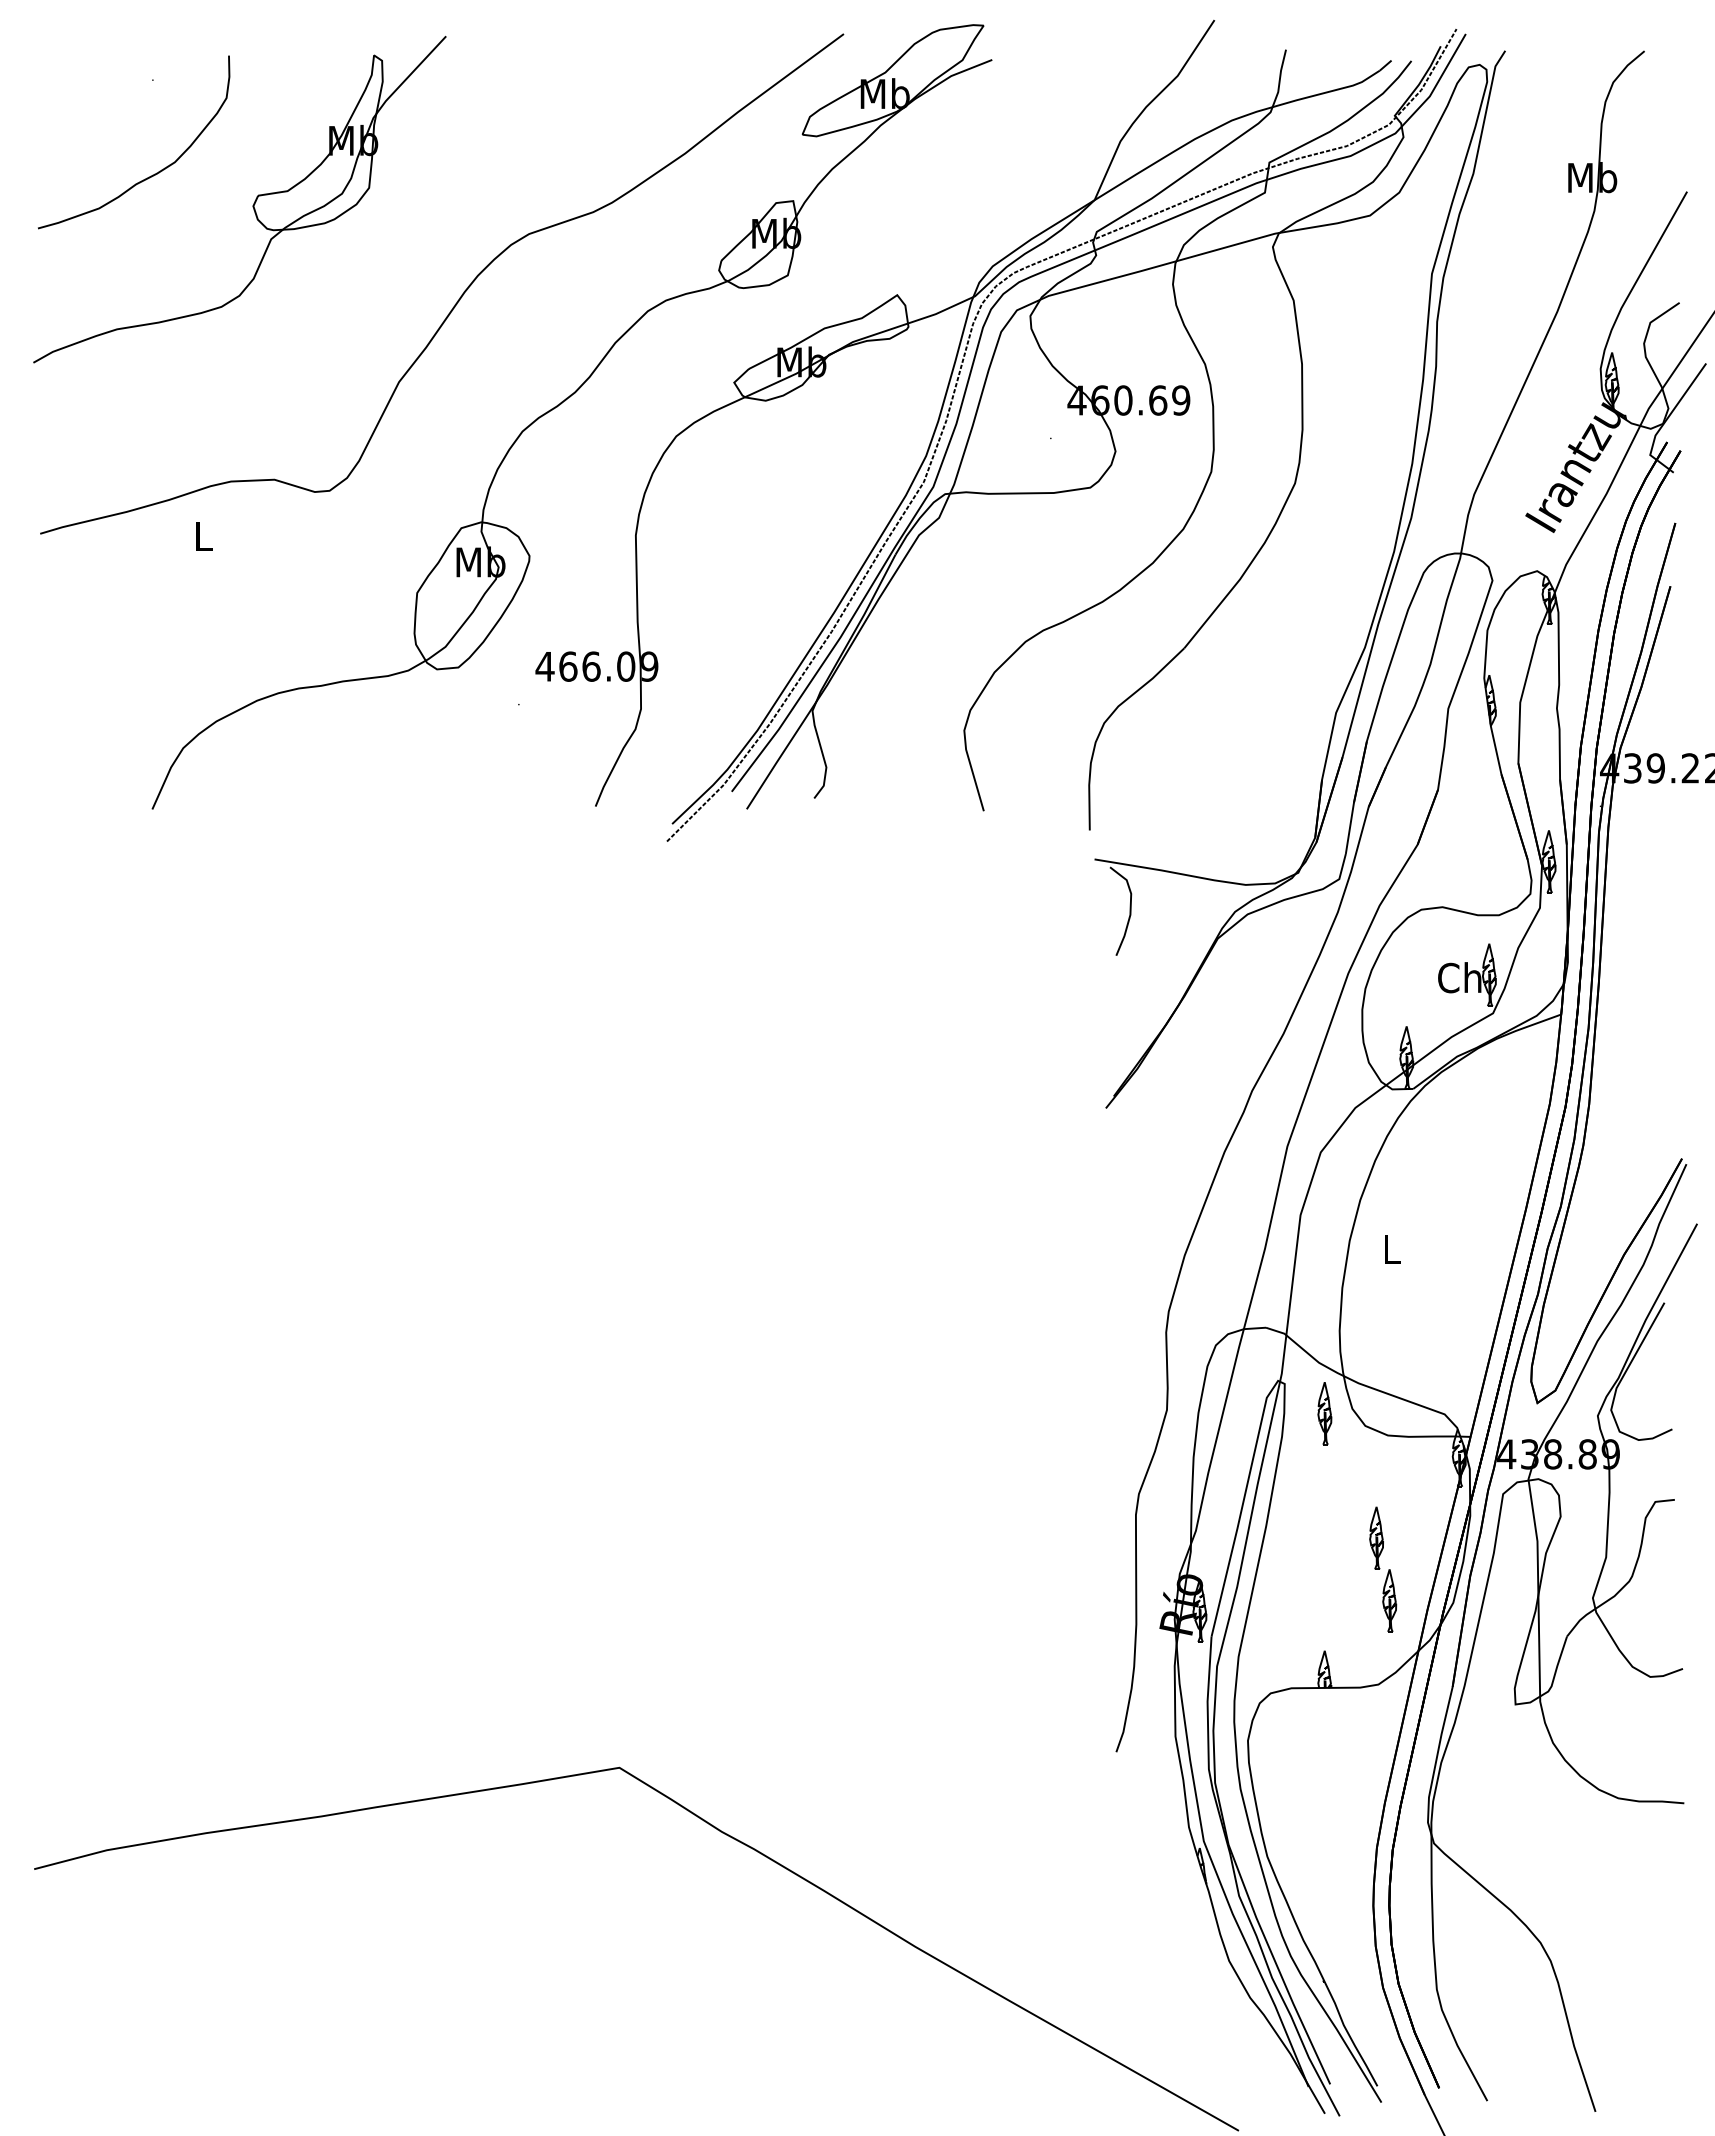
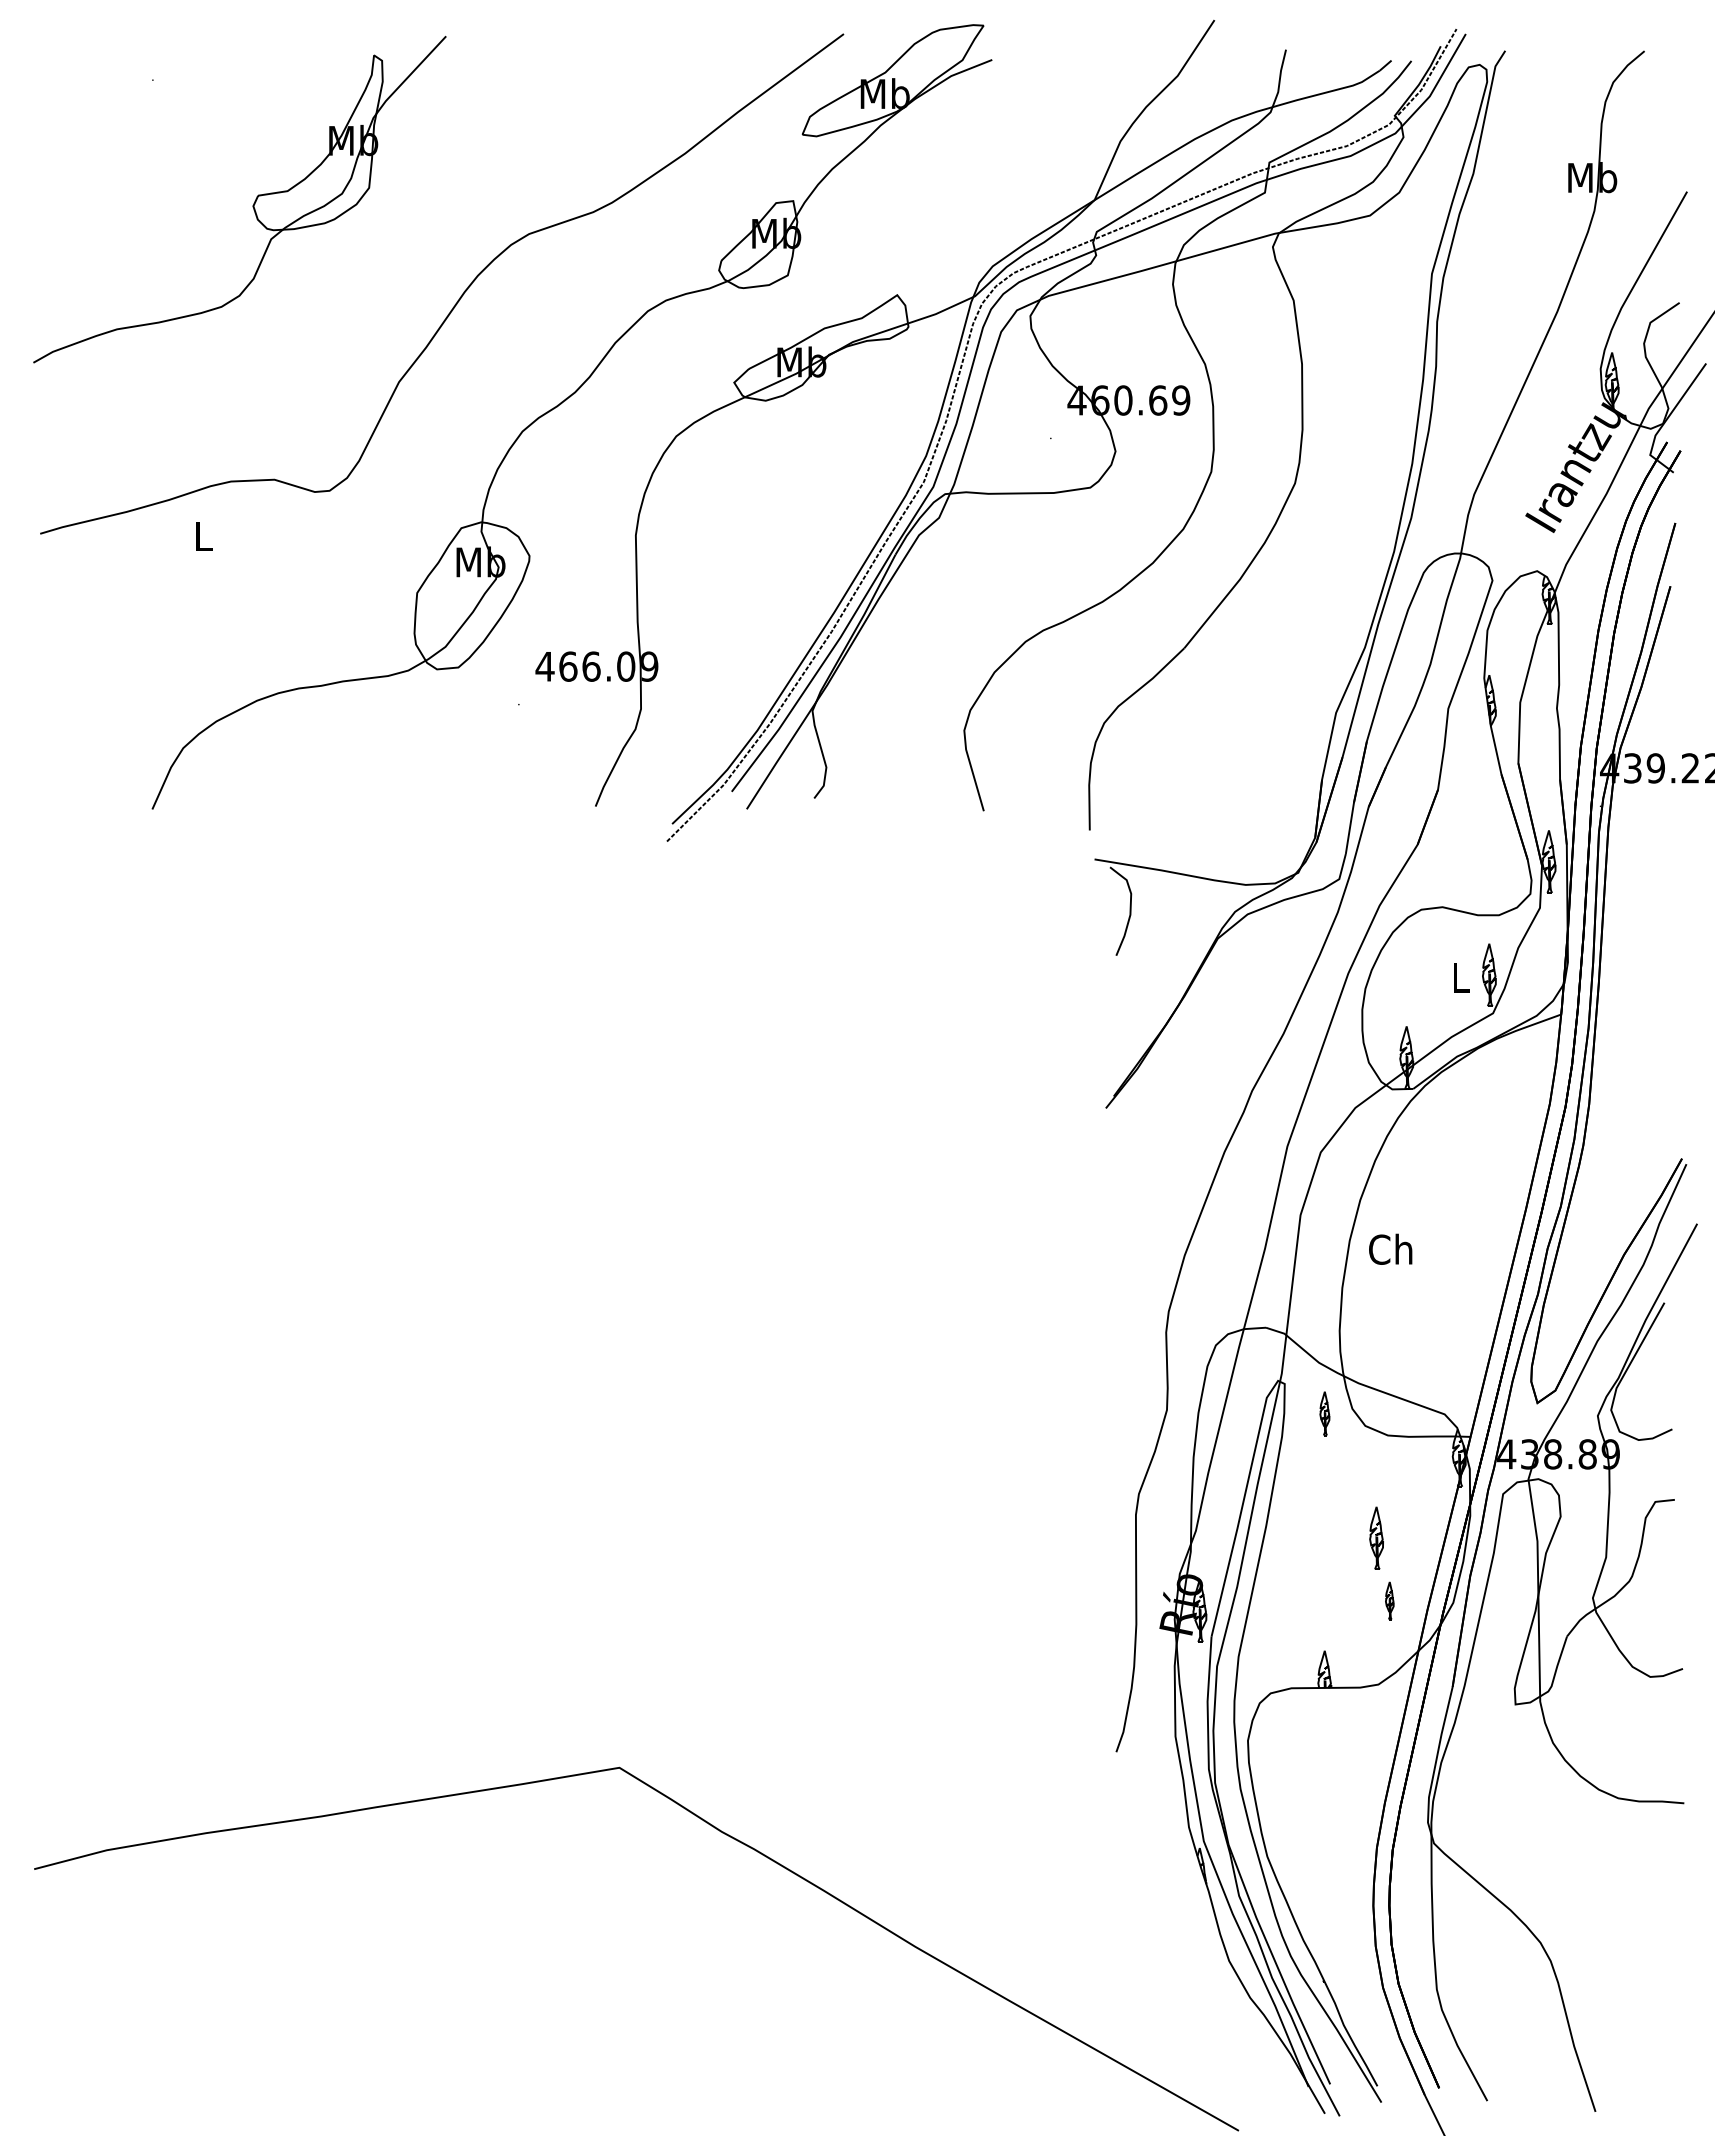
curve at (152, 174): present -> none
text at (1459, 977): Ch -> L
text at (1390, 1248): L -> Ch
part at (1324, 1413) size: 16x64 px -> 12x46 px
part at (1389, 1600) size: 16x64 px -> 10x40 px
